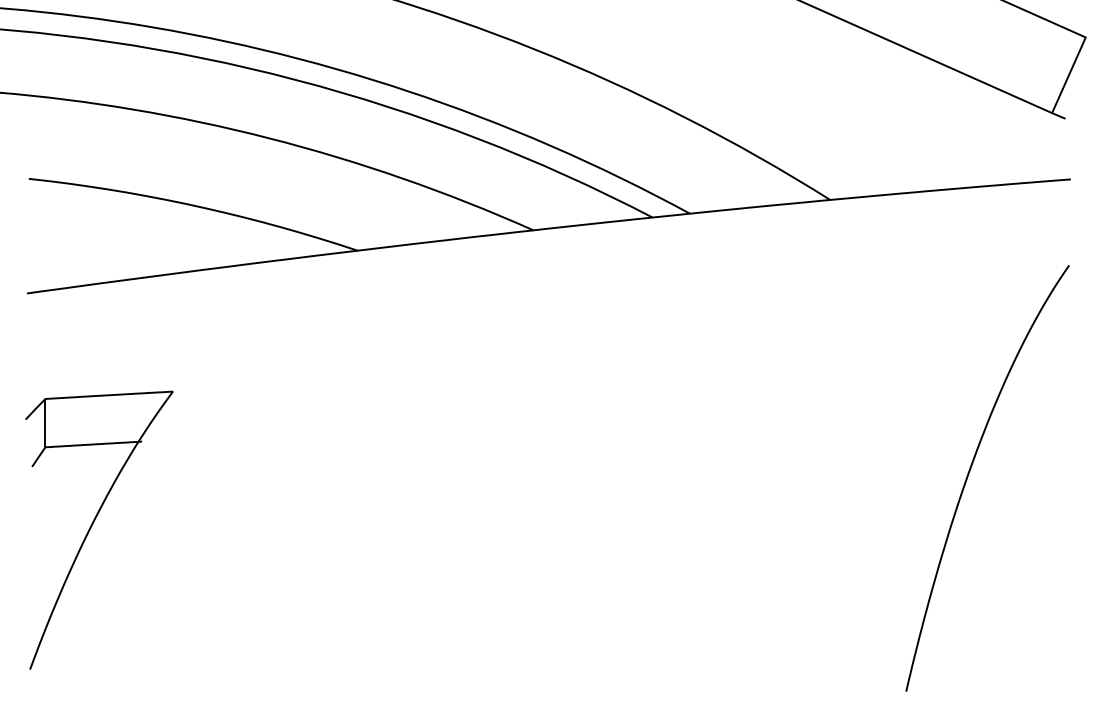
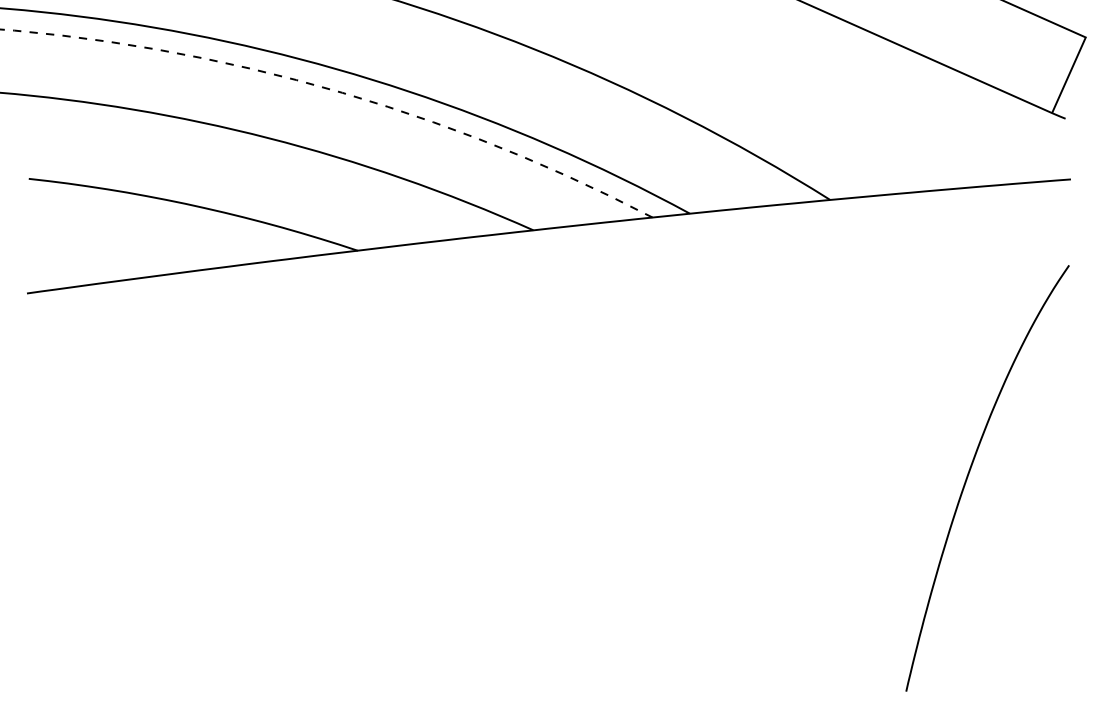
arc at (335, 90): solid -> dashed
part at (92, 526): present -> none
